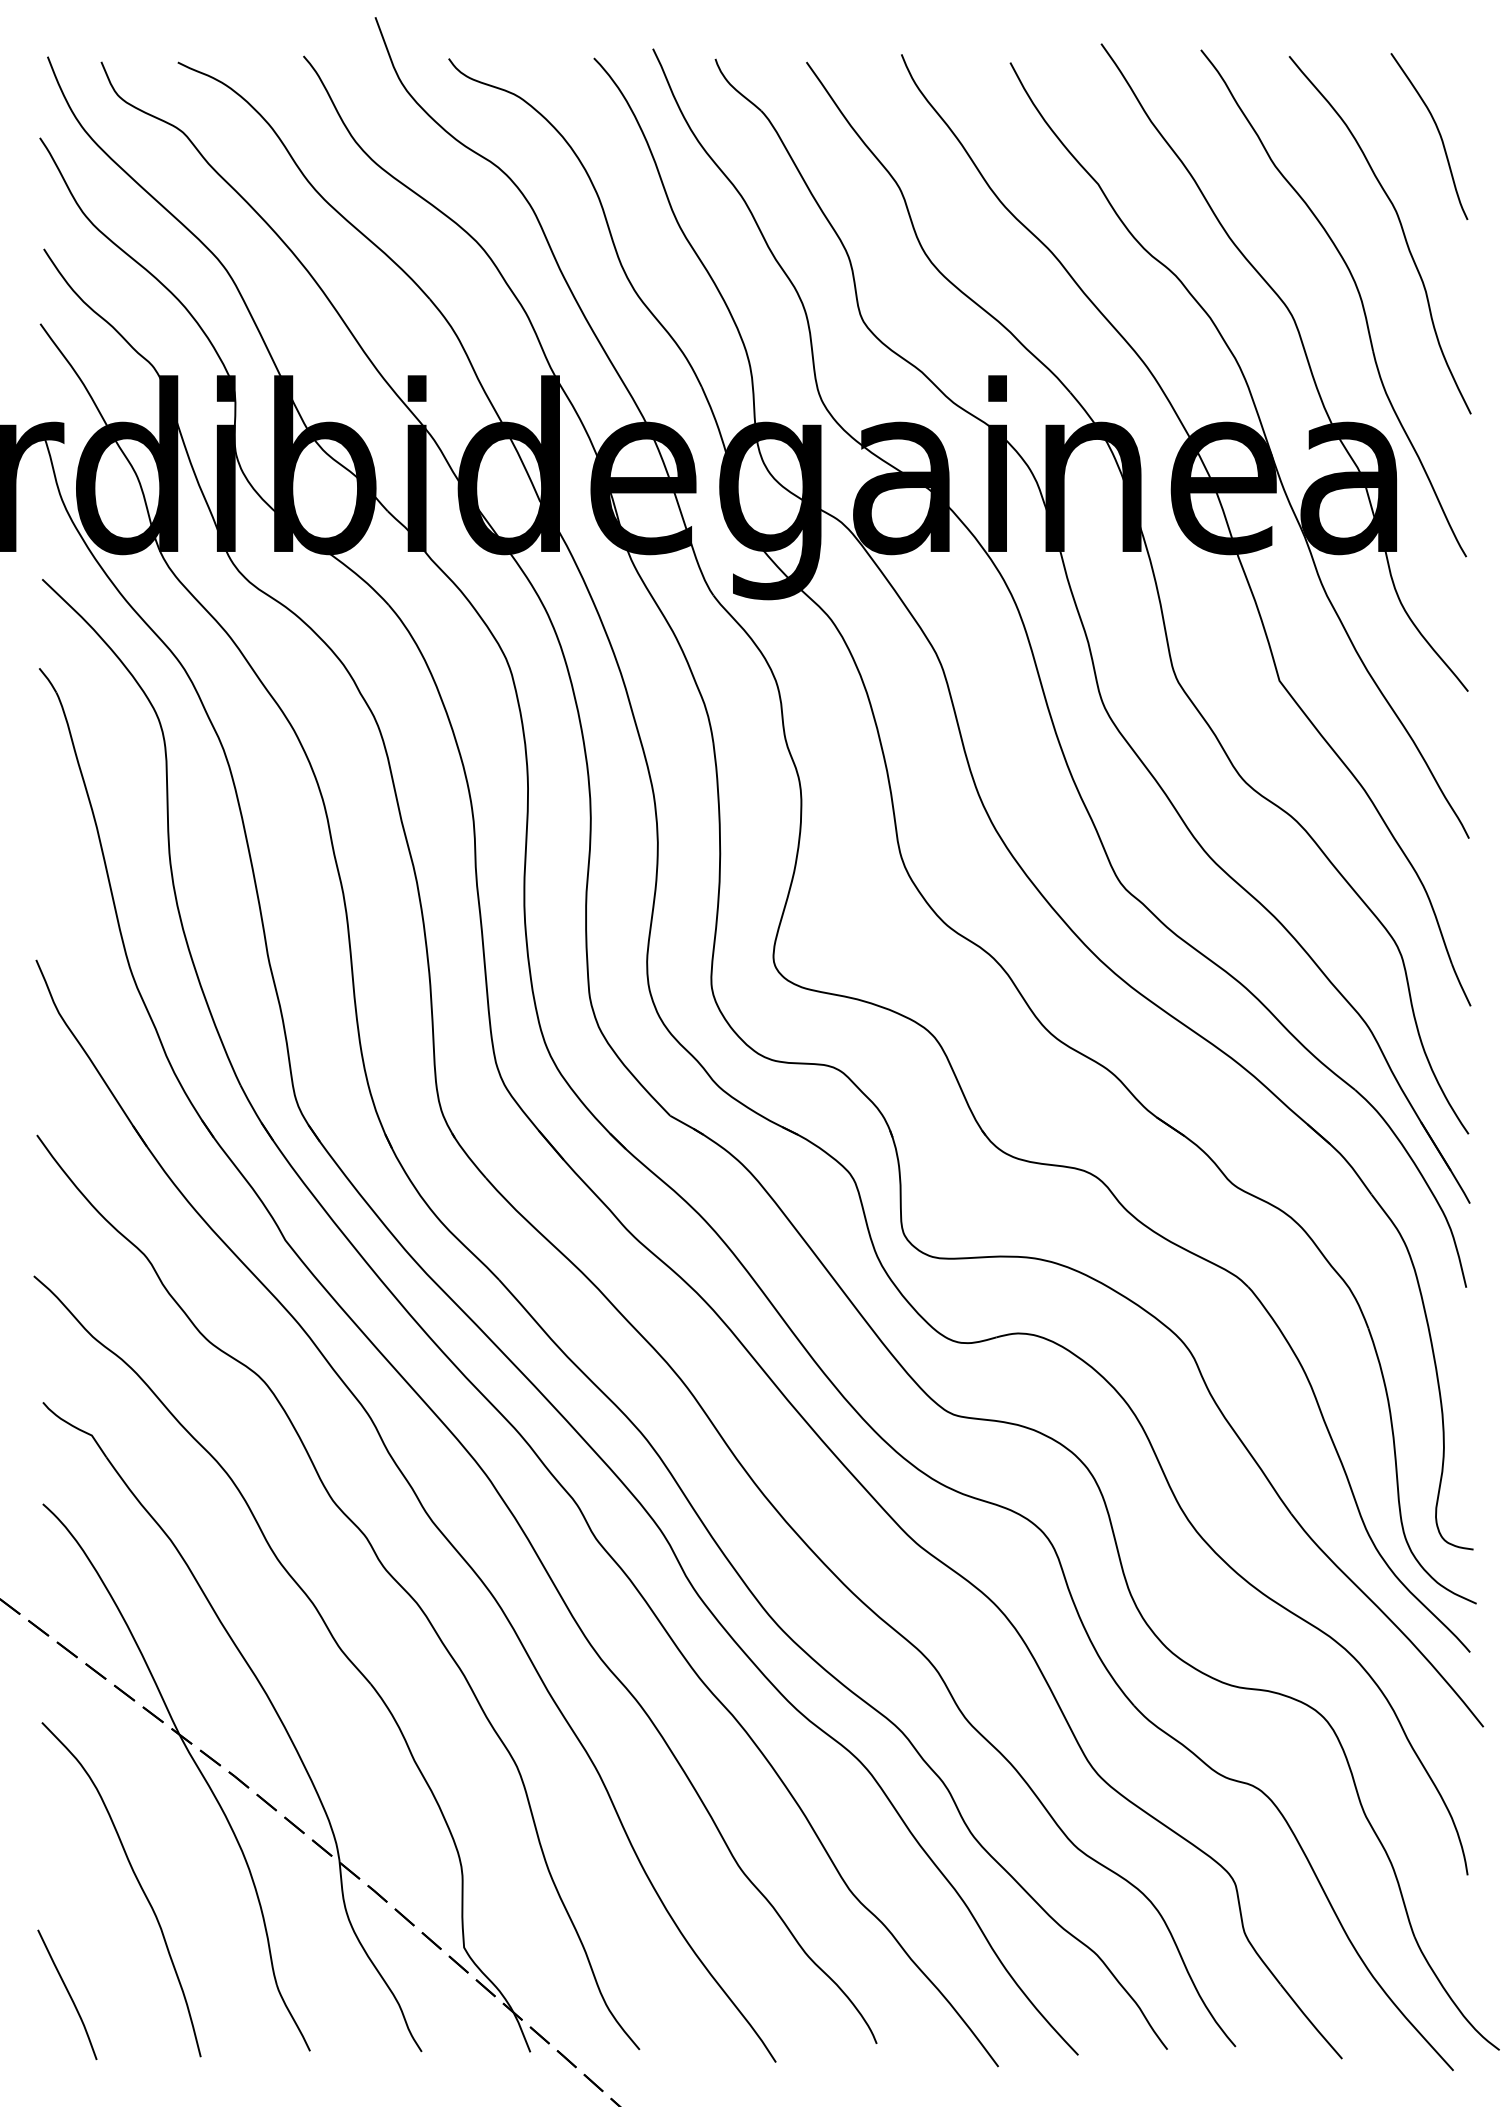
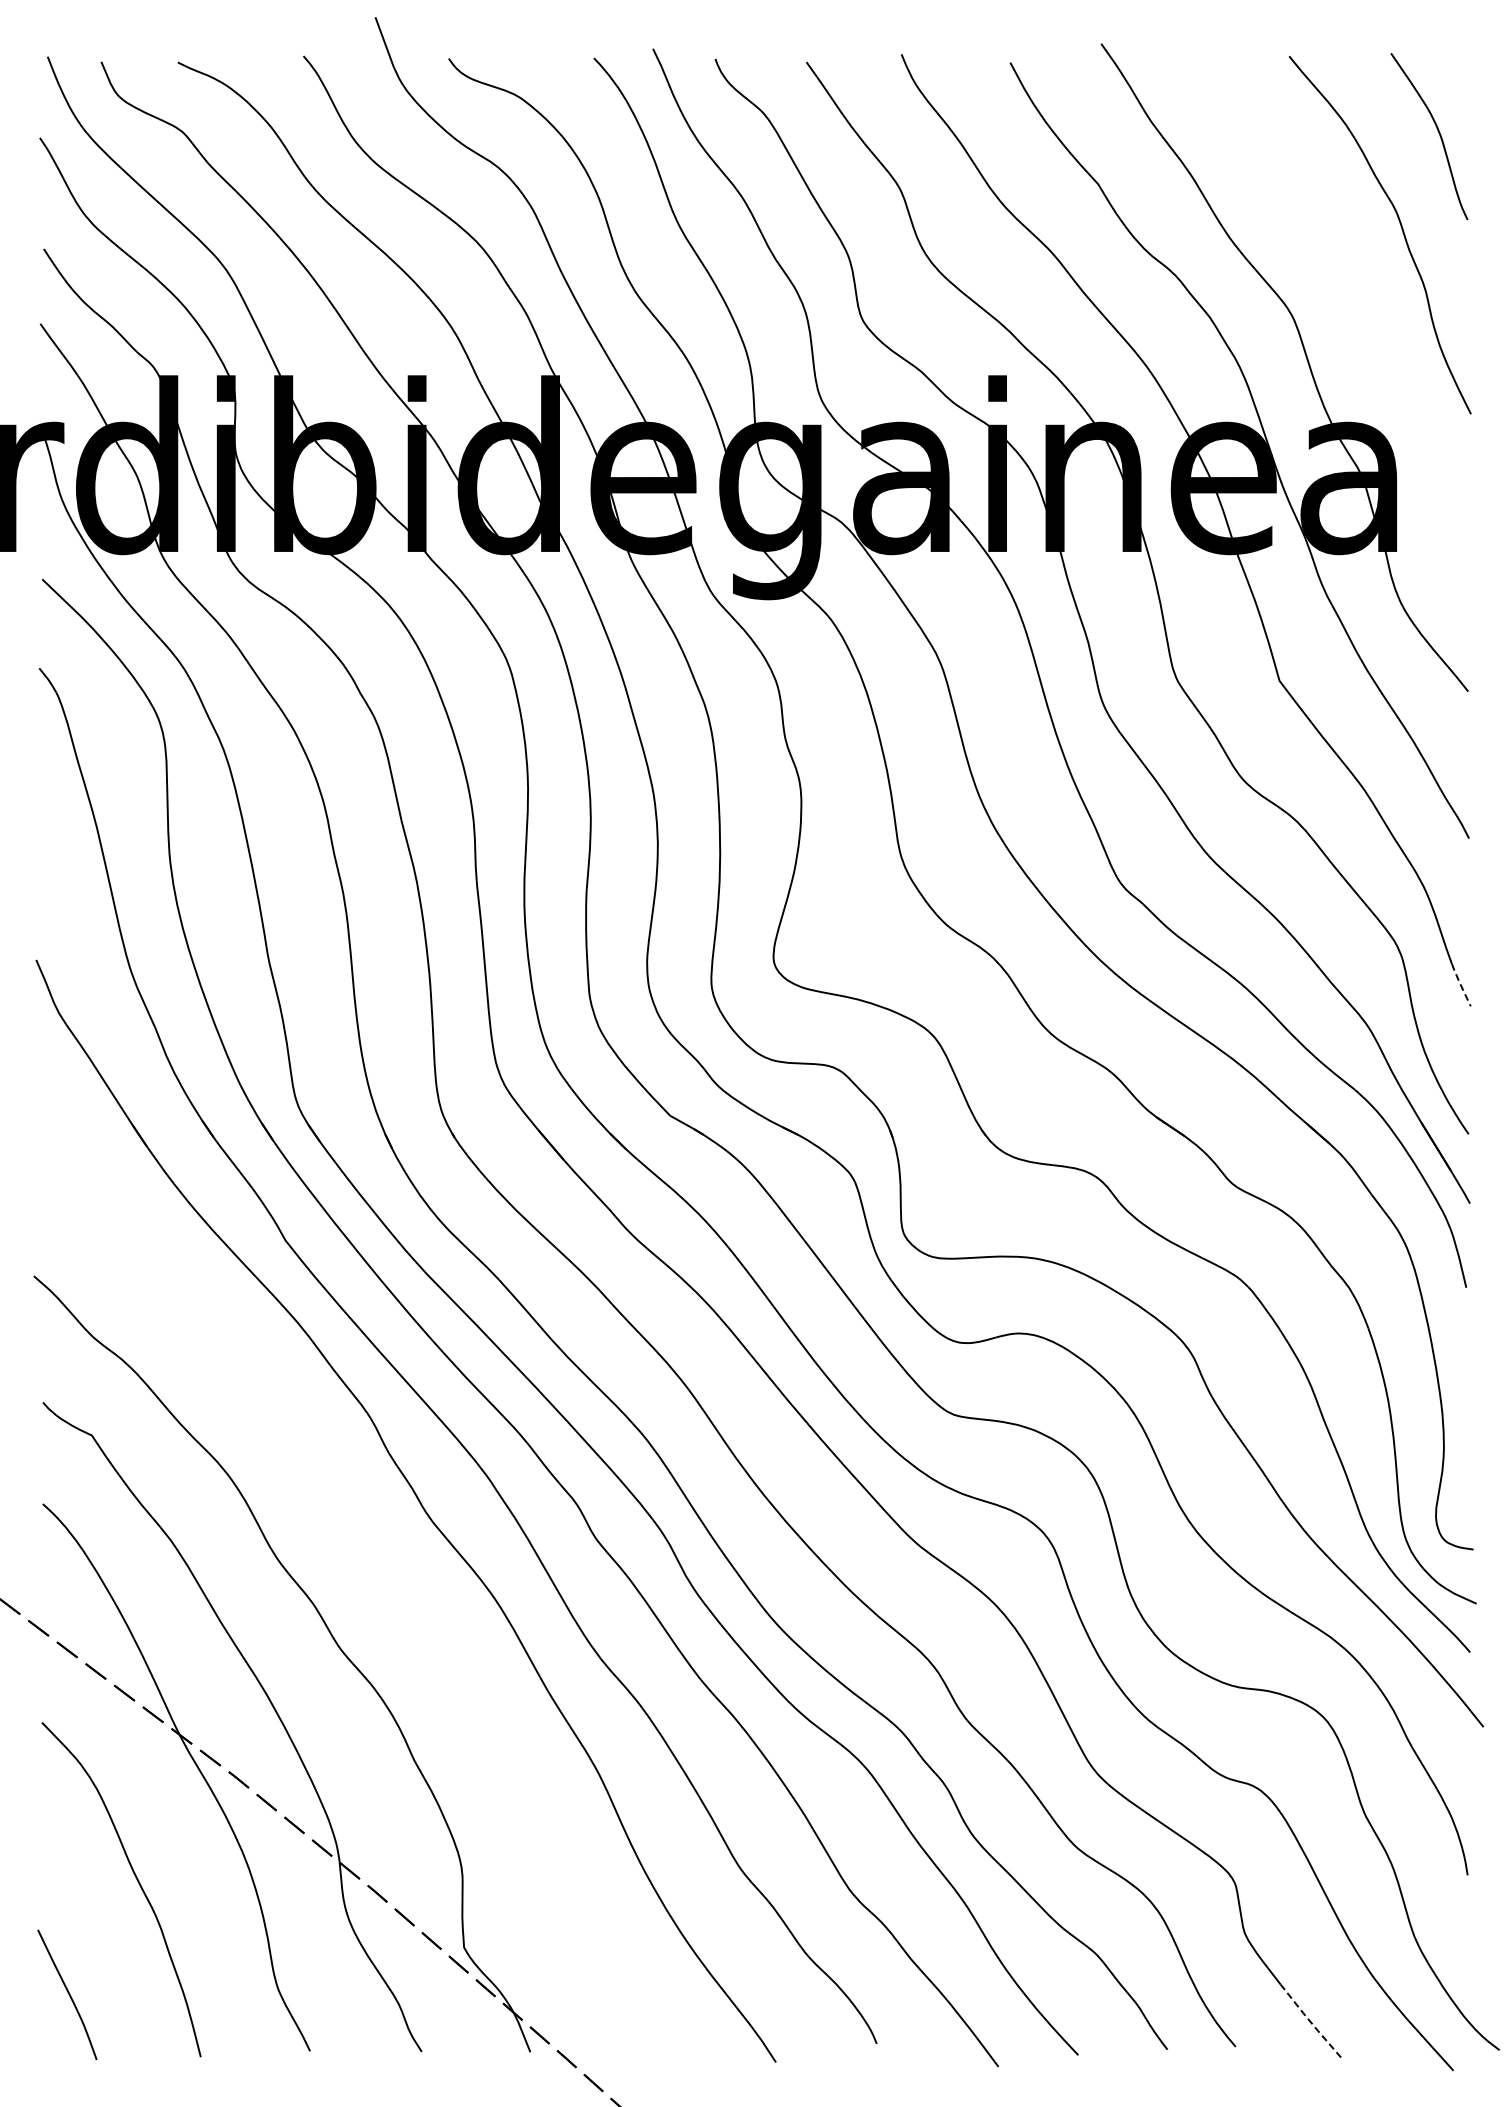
part at (1357, 292): present -> none
line at (1460, 984): solid -> dashed
curve at (380, 1564): present -> none
line at (1311, 2022): solid -> dashed
